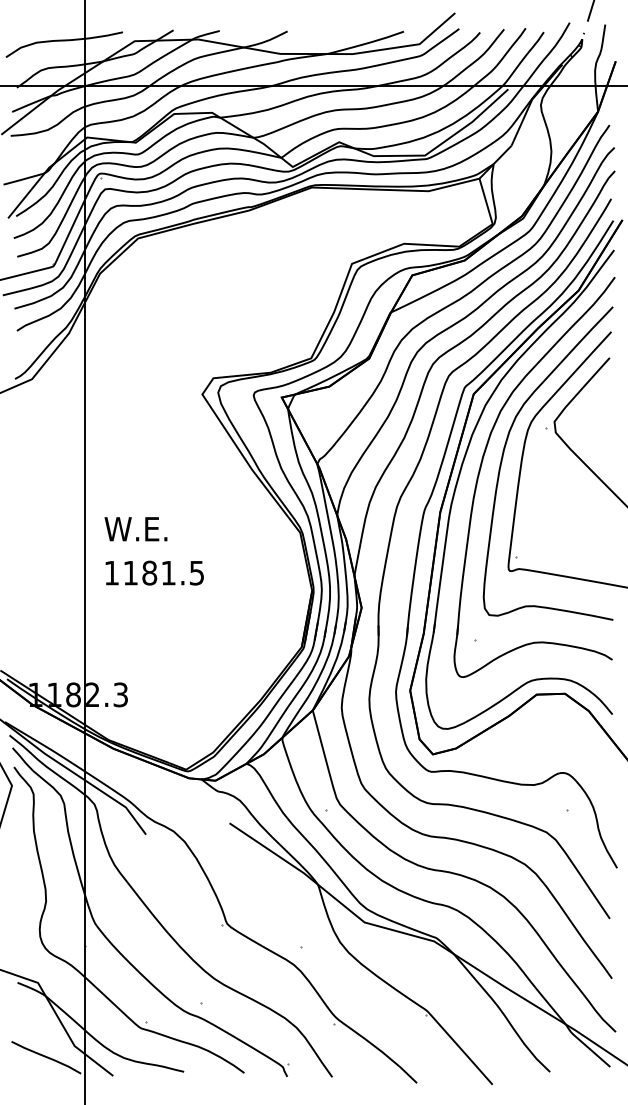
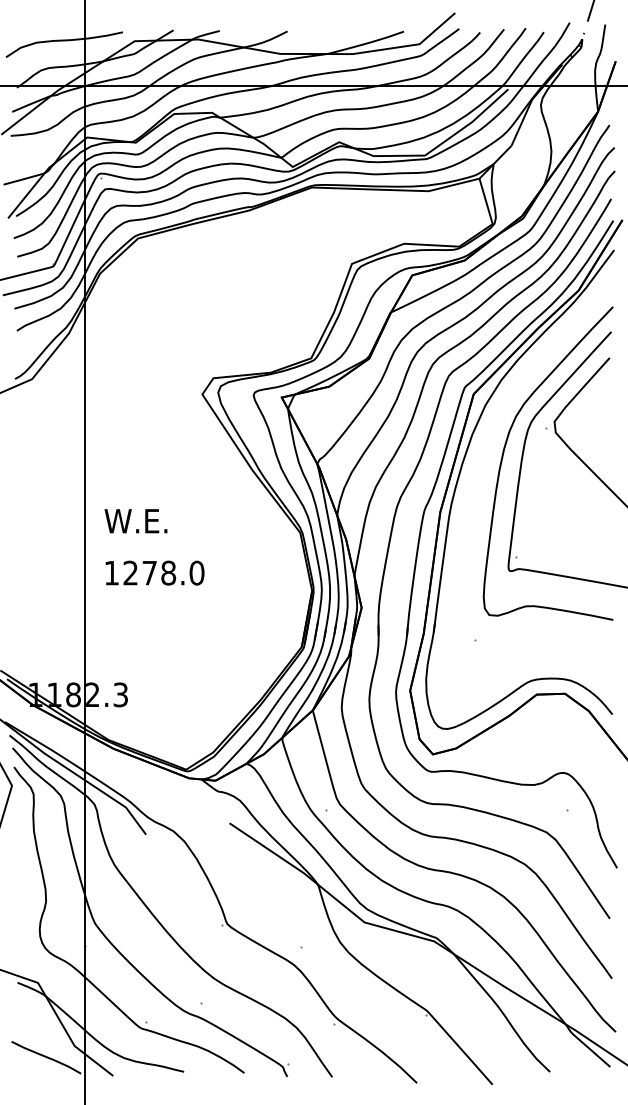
part at (482, 464): present -> none
text at (135, 529) position: (135, 529) -> (135, 521)
text at (163, 572): 1181.5 -> 1278.0
